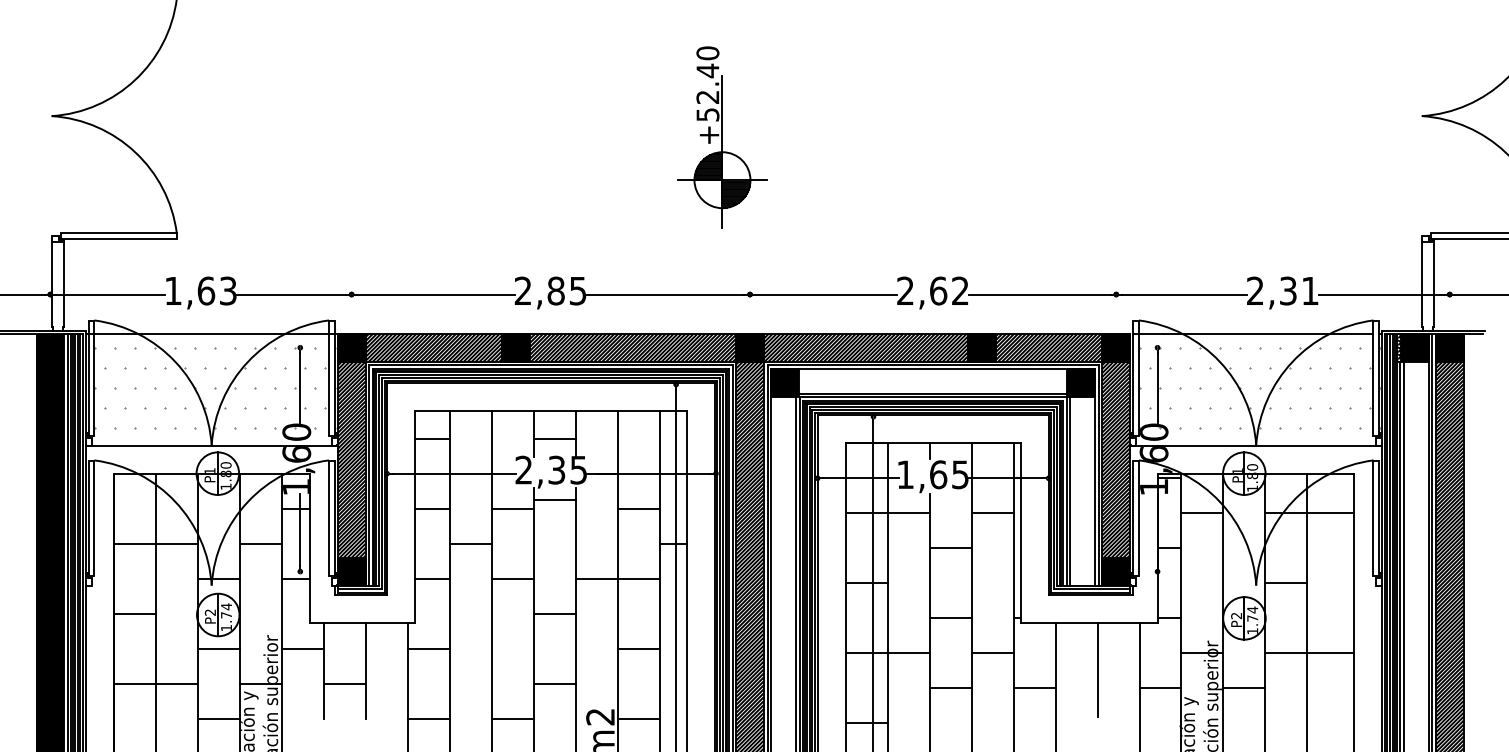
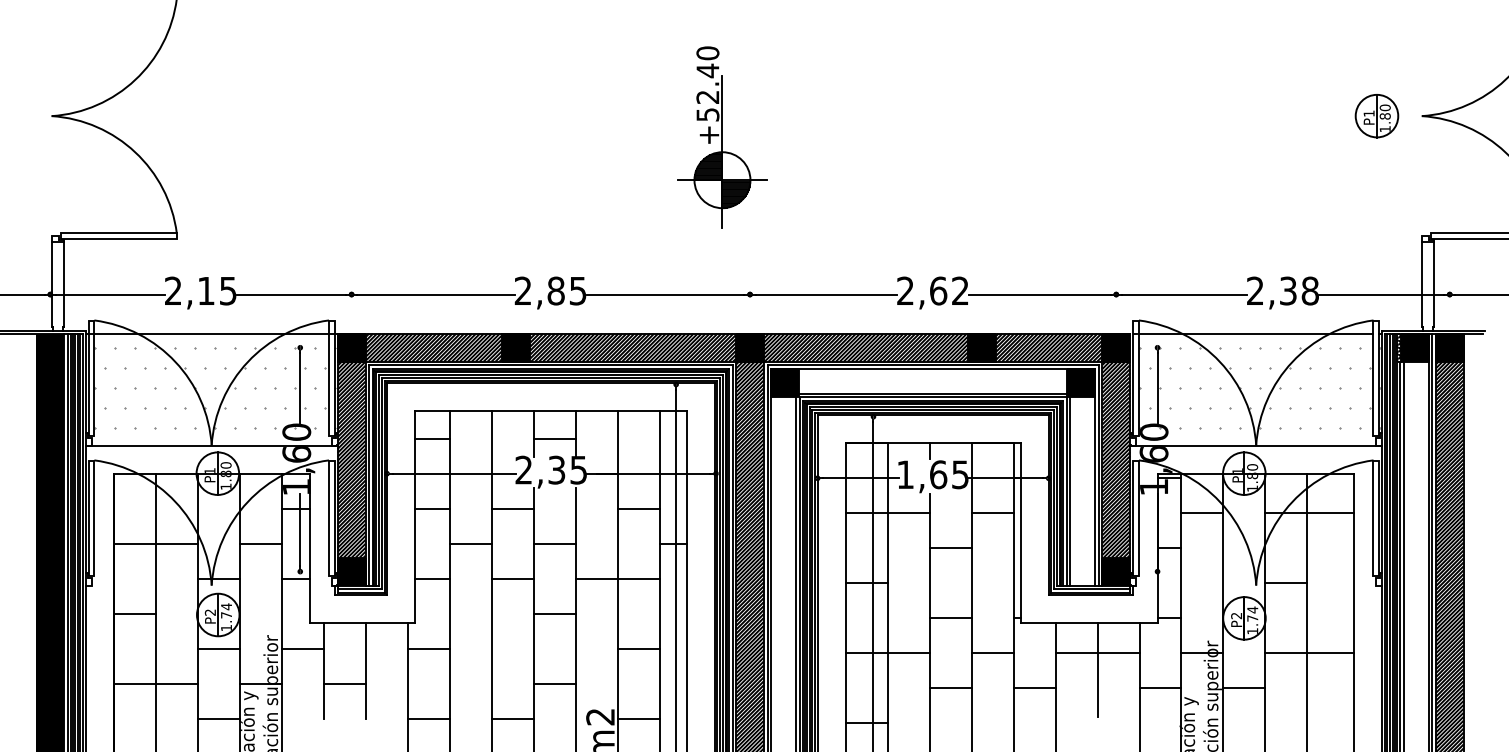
part at (1376, 116): none -> present
text at (200, 290): 1,63 -> 2,15
text at (1309, 290): 2,31 -> 2,38
line at (554, 499) position: (554, 499) -> (554, 543)
line at (1097, 653): none -> present
